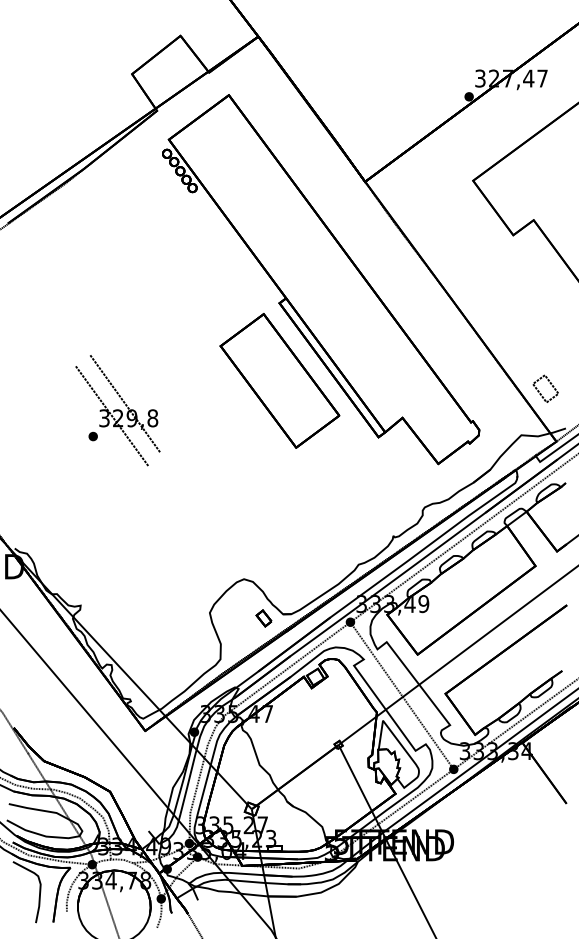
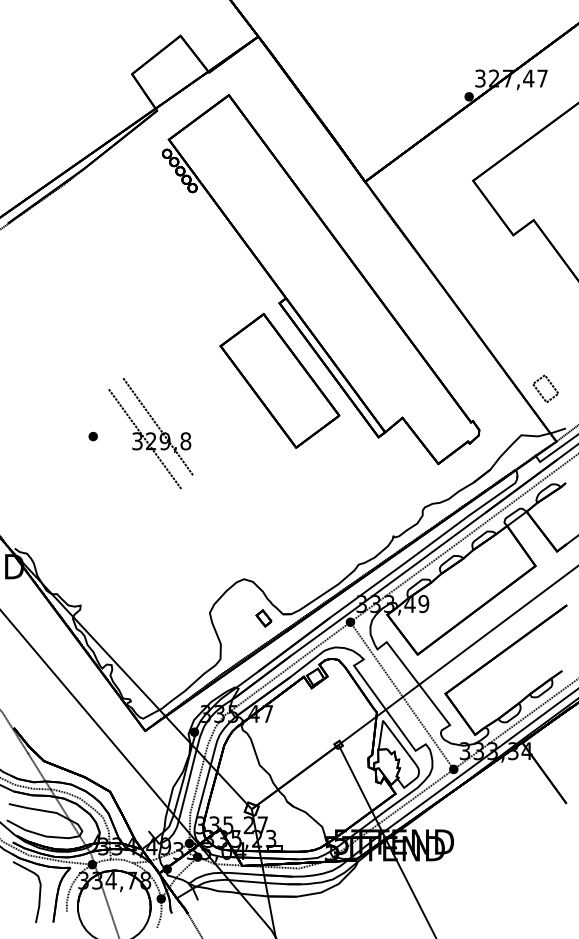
part at (117, 410) position: (117, 410) -> (150, 433)
